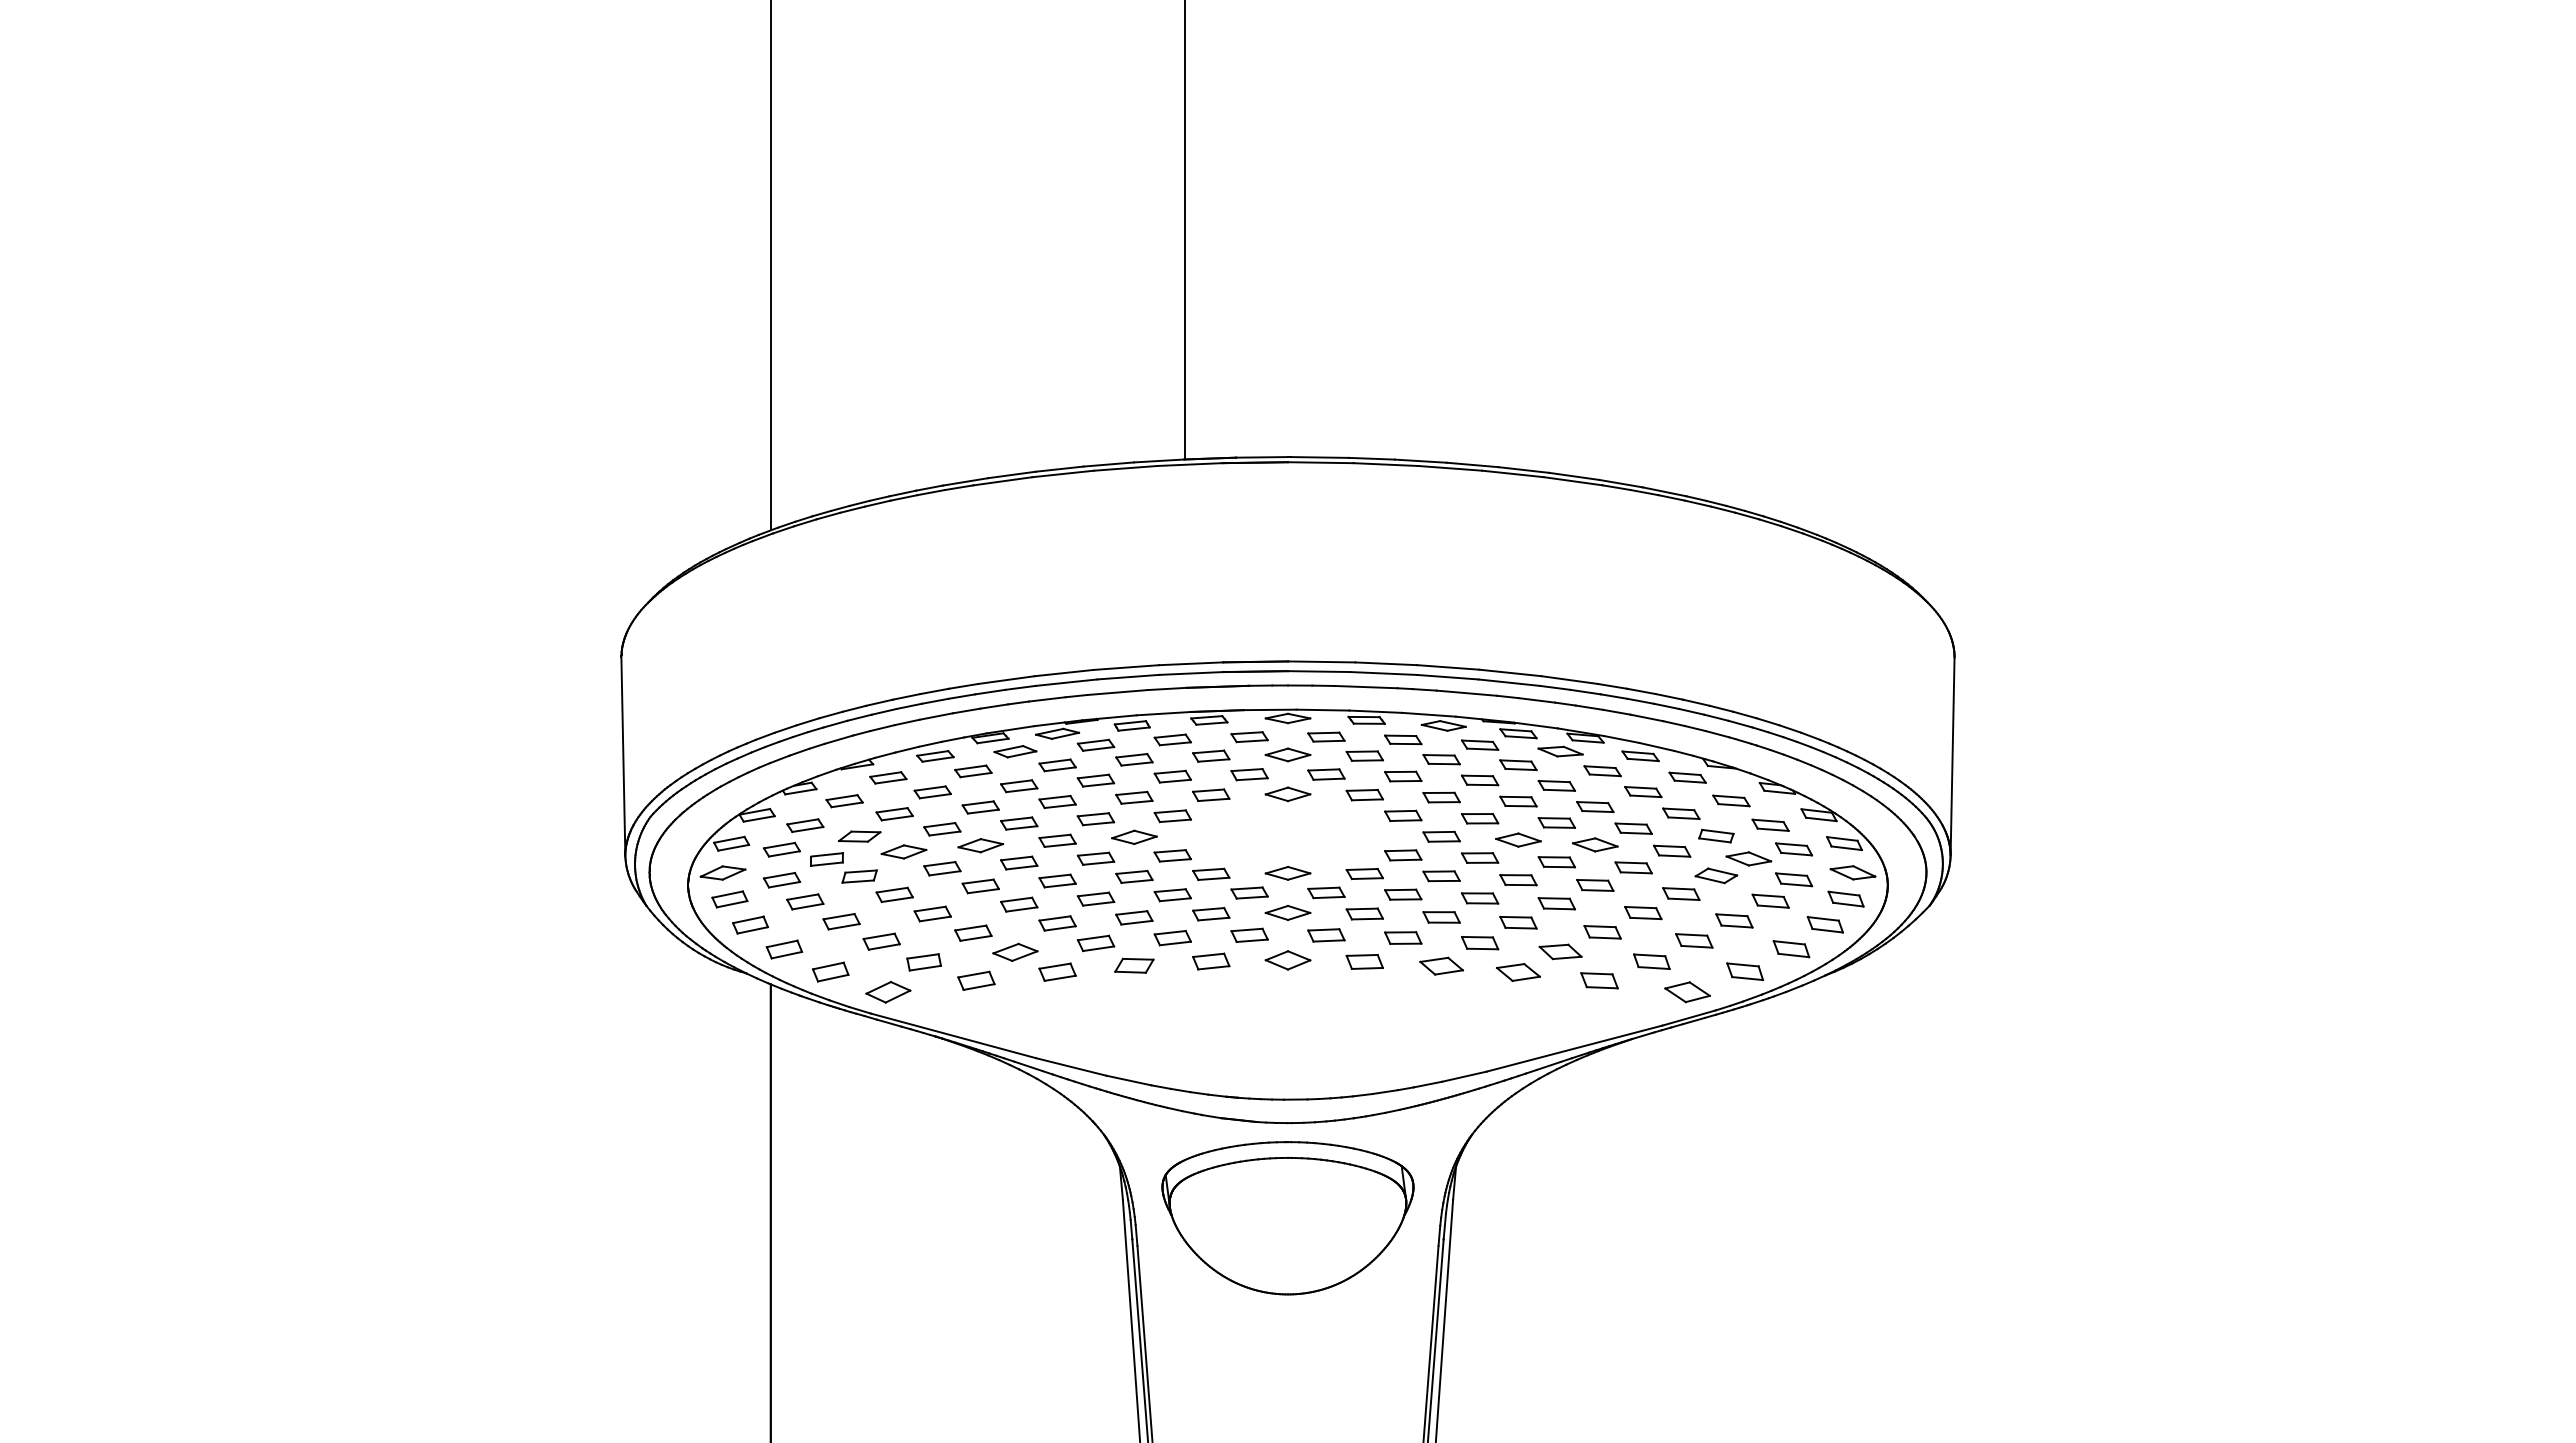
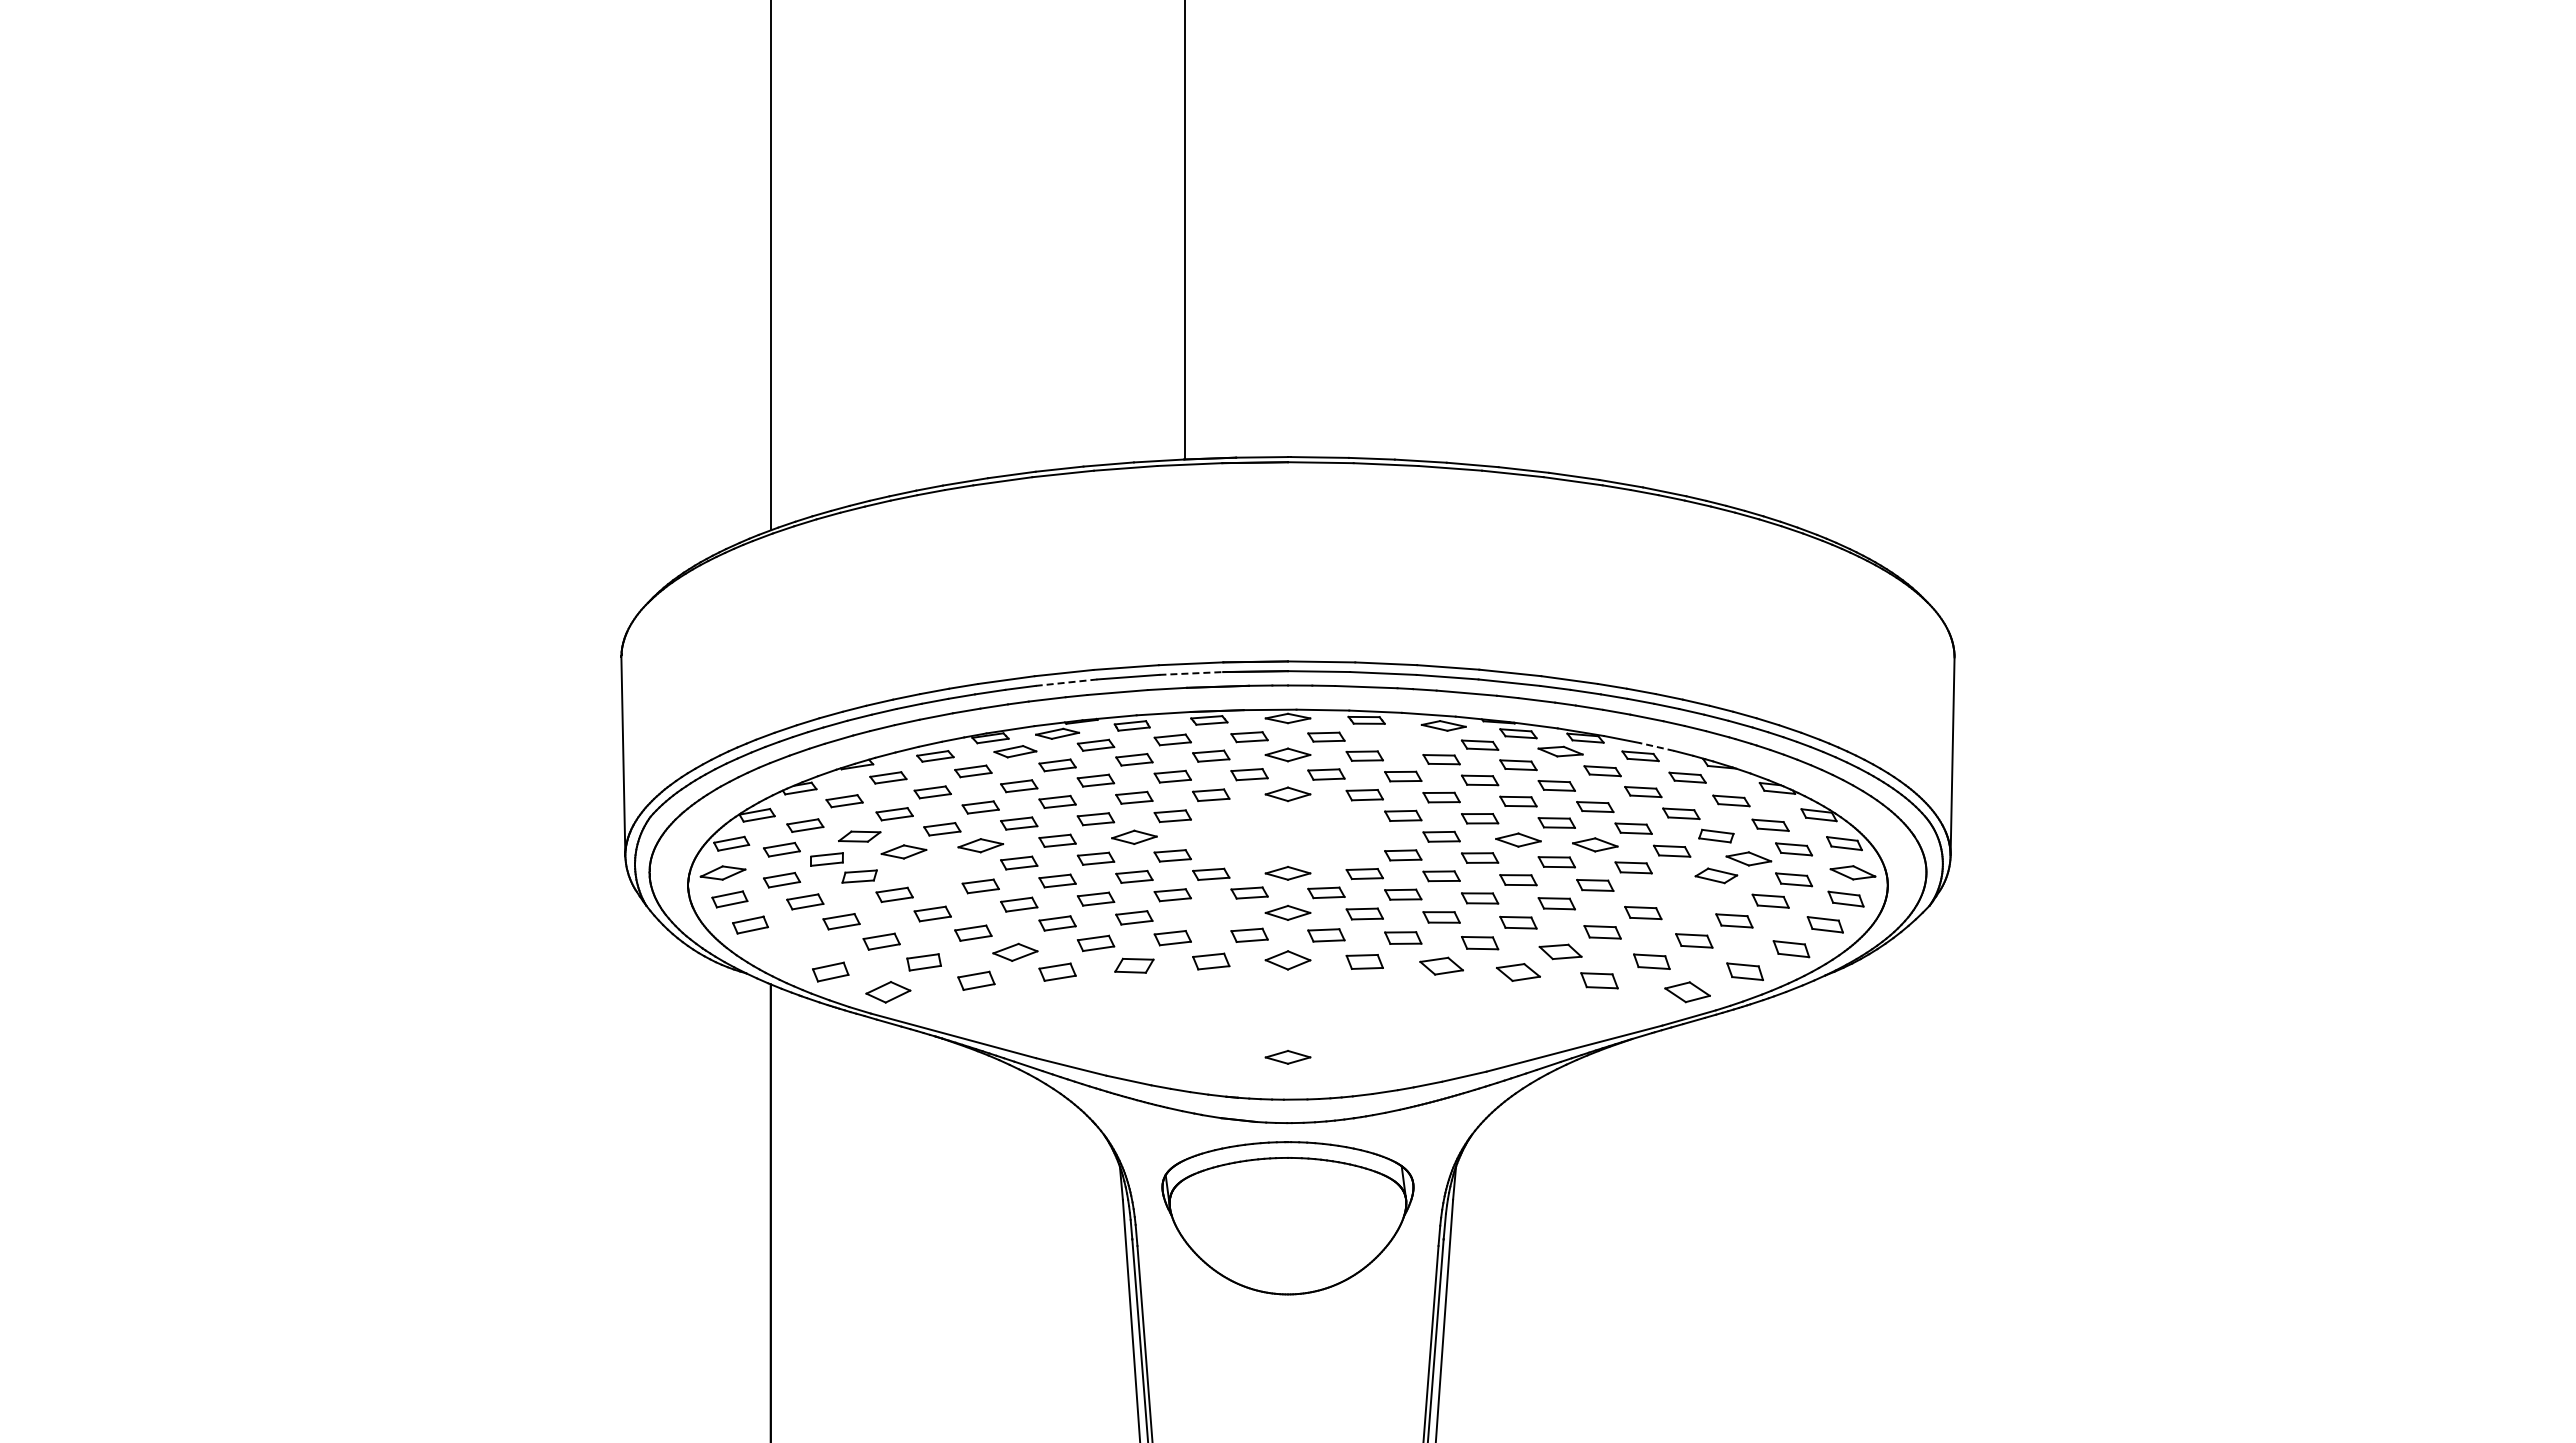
line at (1191, 673): solid -> dashed
line at (1067, 682): solid -> dashed
part at (1403, 739): present -> none
line at (1656, 746): solid -> dashed
part at (942, 868): present -> none
part at (1681, 893): present -> none
part at (1211, 914): present -> none
part at (784, 949): present -> none
part at (1287, 1057): none -> present
